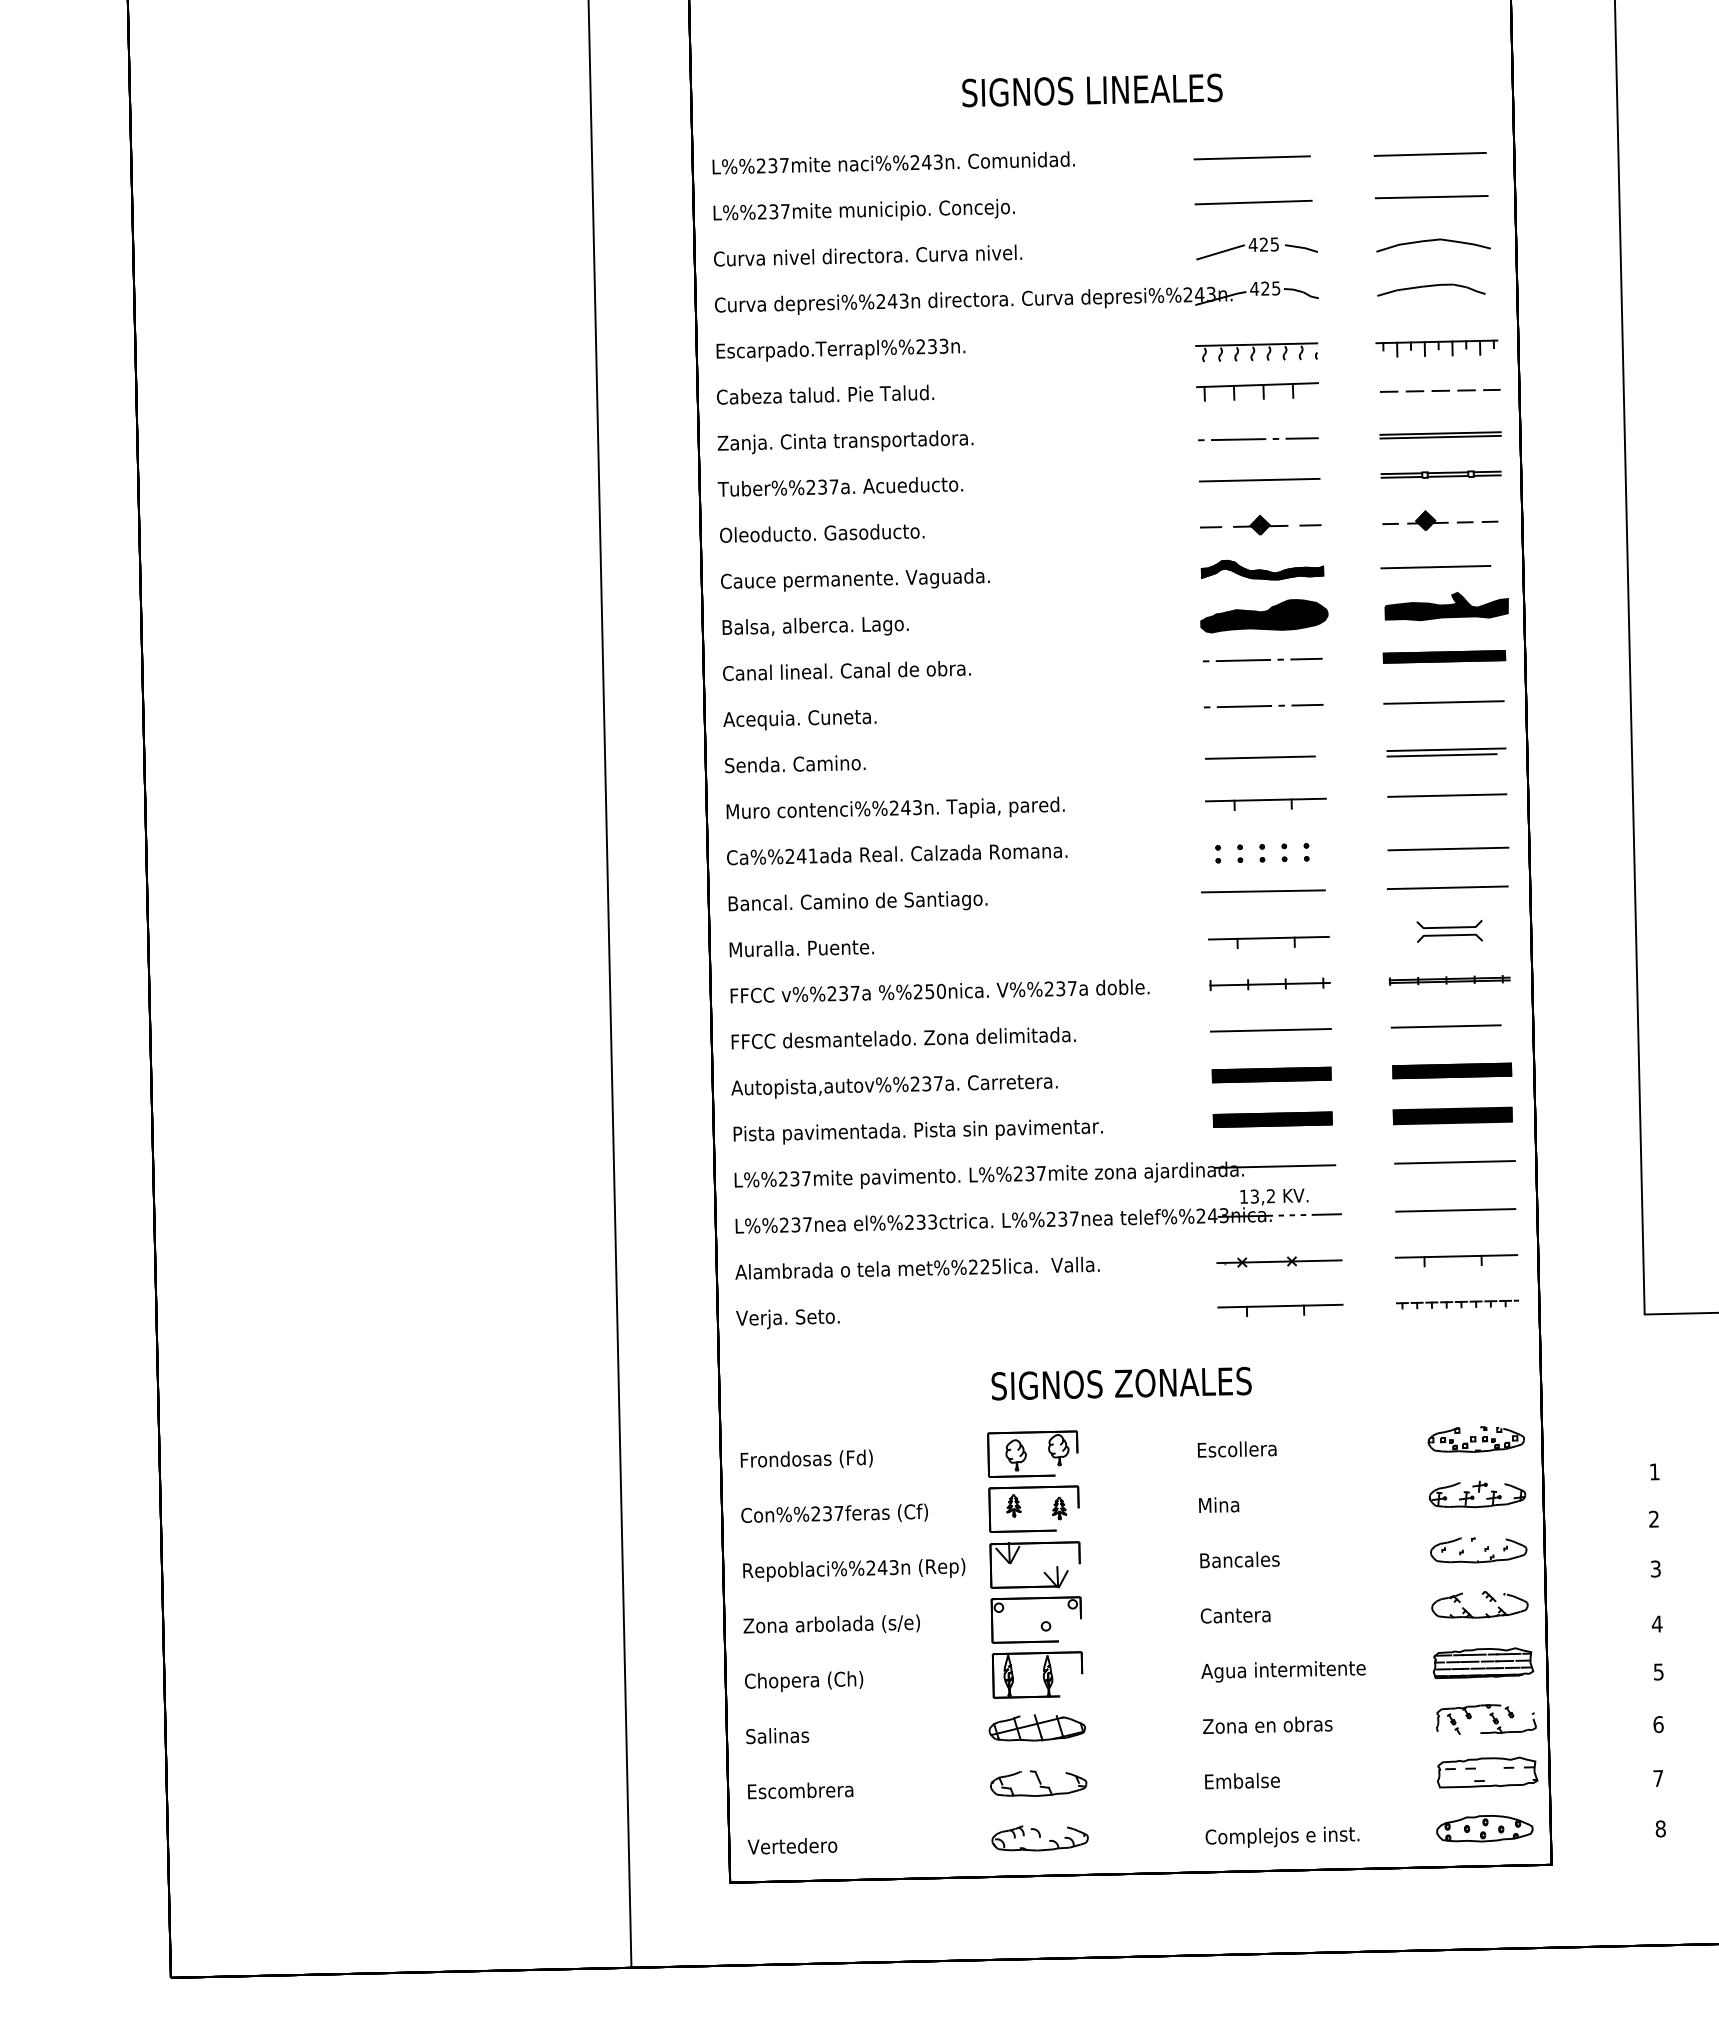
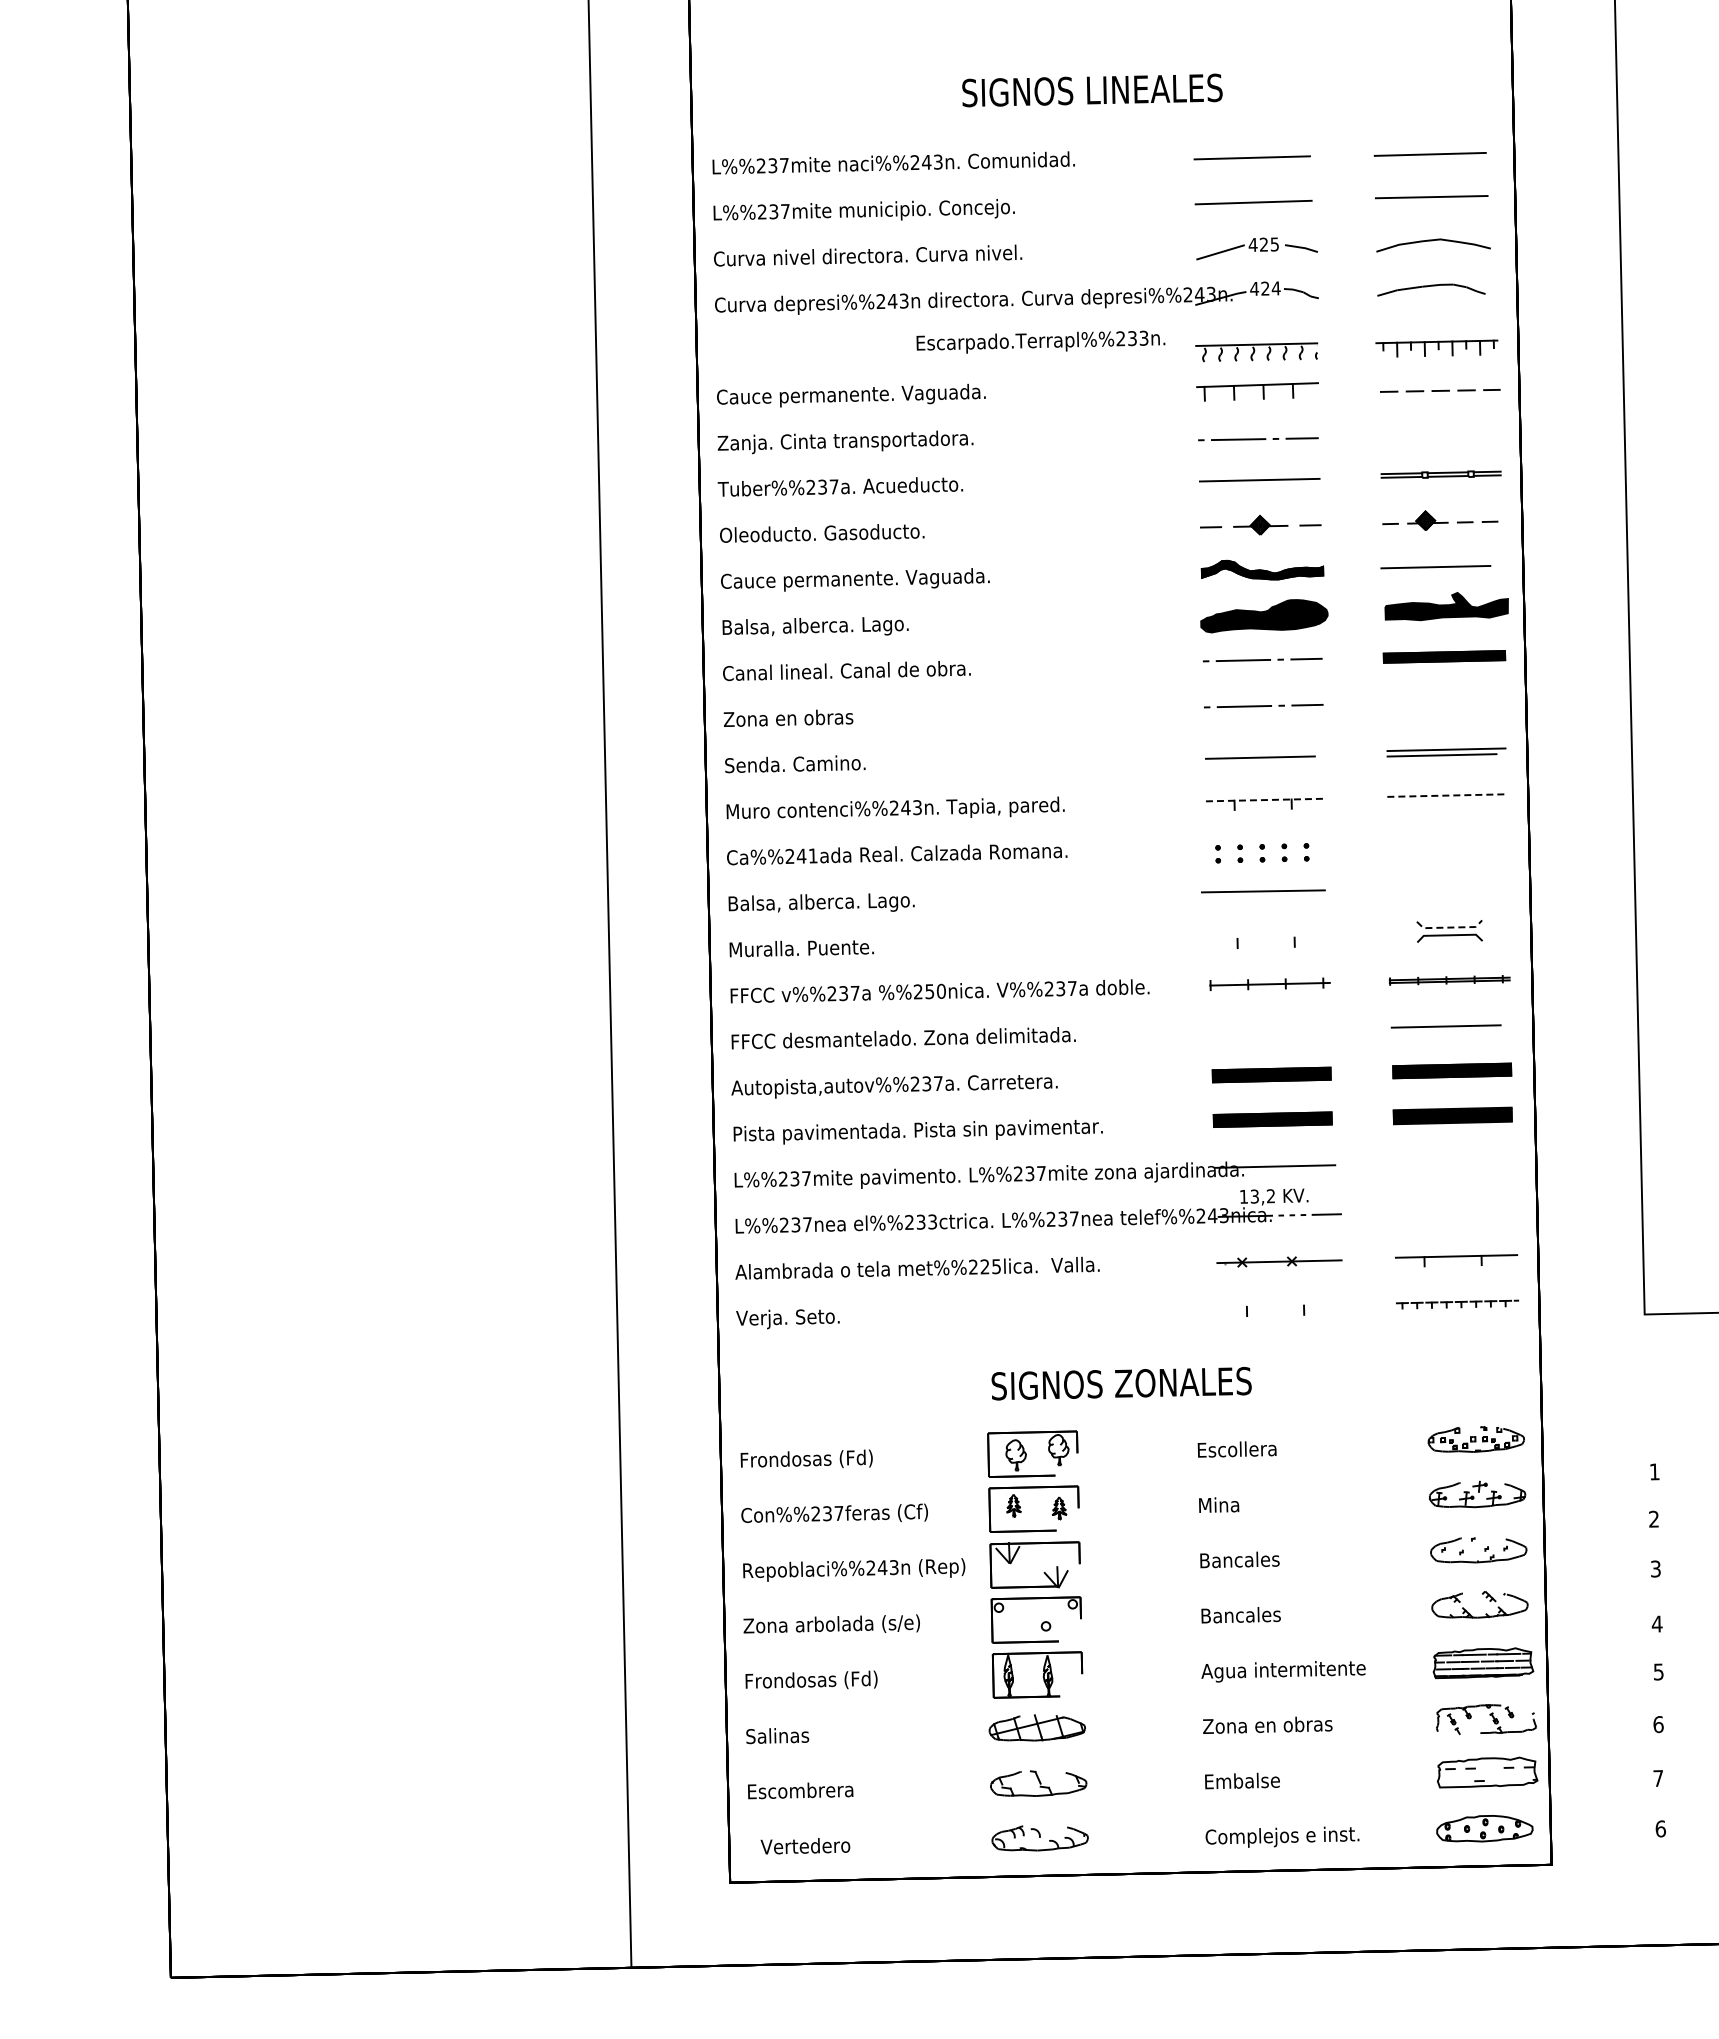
text at (1275, 288): 425 -> 424
text at (840, 349) position: (840, 349) -> (1040, 341)
text at (863, 395): Cabeza talud. Pie Talud. -> Cauce permanente. Vaguada.
part at (1440, 435): present -> none
line at (1443, 702): present -> none
text at (799, 719): Acequia. Cuneta. -> Zona en obras
line at (1447, 795): solid -> dashed
line at (1265, 800): solid -> dashed
line at (1448, 848): present -> none
line at (1447, 887): present -> none
text at (869, 901): Bancal. Camino de Santiago. -> Balsa, alberca. Lago.
line at (1450, 927): solid -> dashed
line at (1268, 937): present -> none
line at (1270, 1030): present -> none
line at (1454, 1162): present -> none
line at (1455, 1210): present -> none
line at (1280, 1305): present -> none
text at (1240, 1615): Cantera -> Bancales
text at (811, 1681): Chopera (Ch) -> Frondosas (Fd)
text at (1660, 1828): 8 -> 6
text at (792, 1846) position: (792, 1846) -> (805, 1846)
